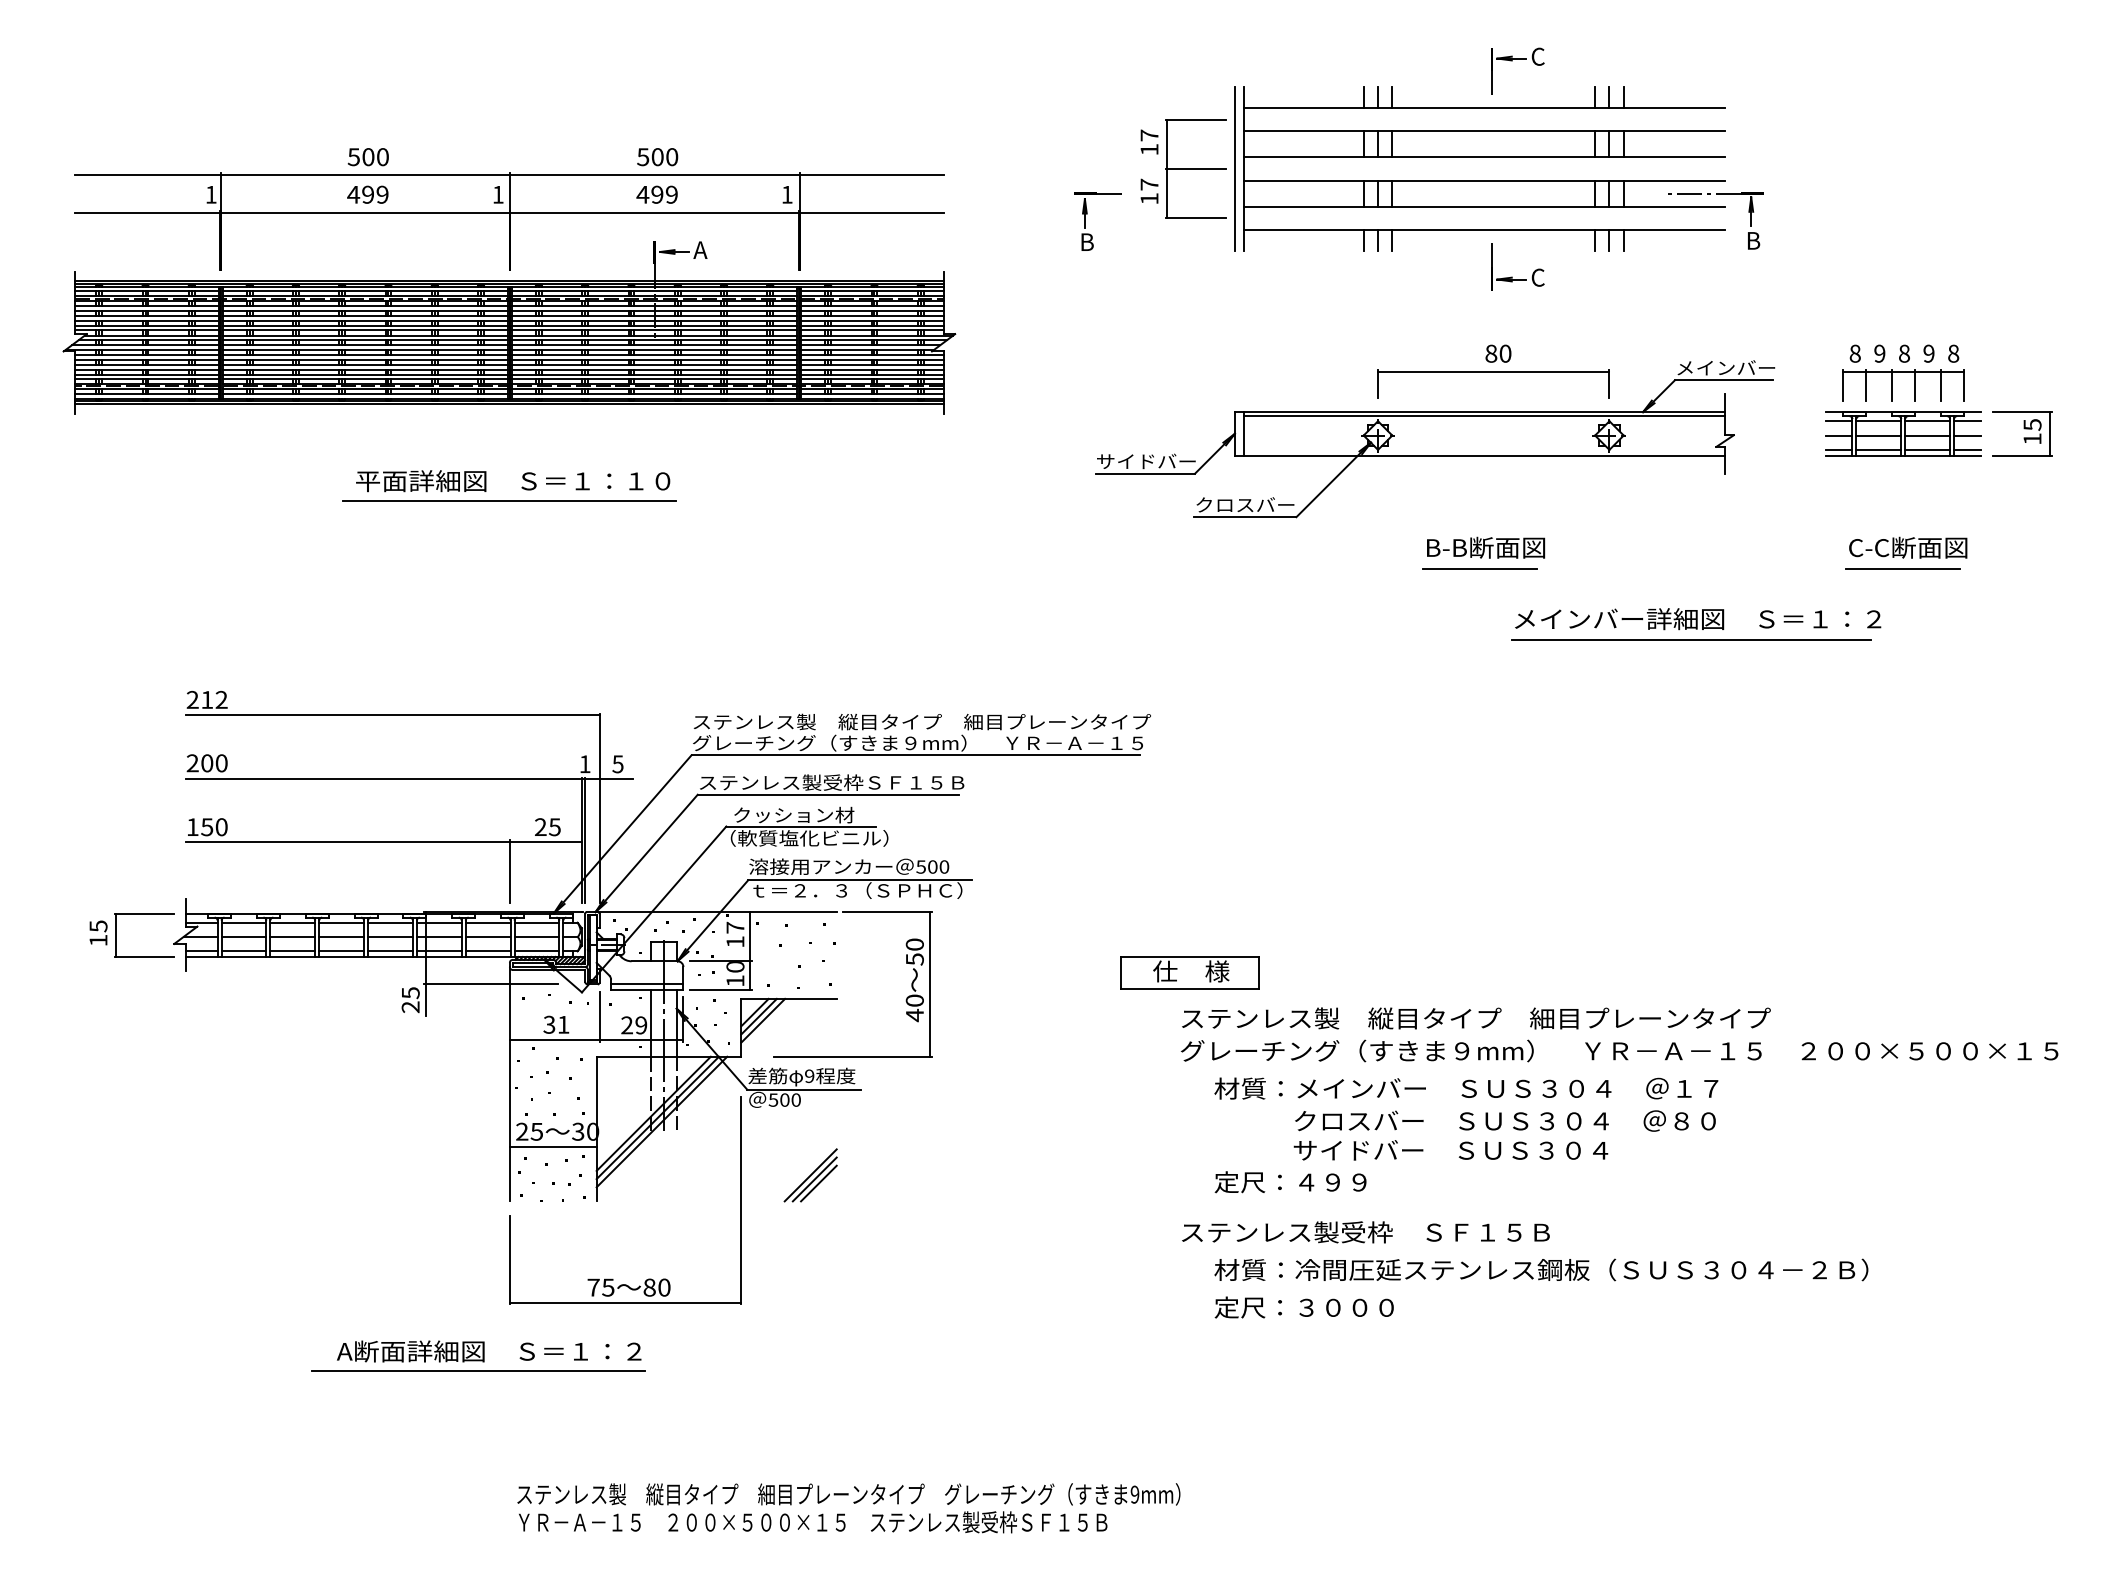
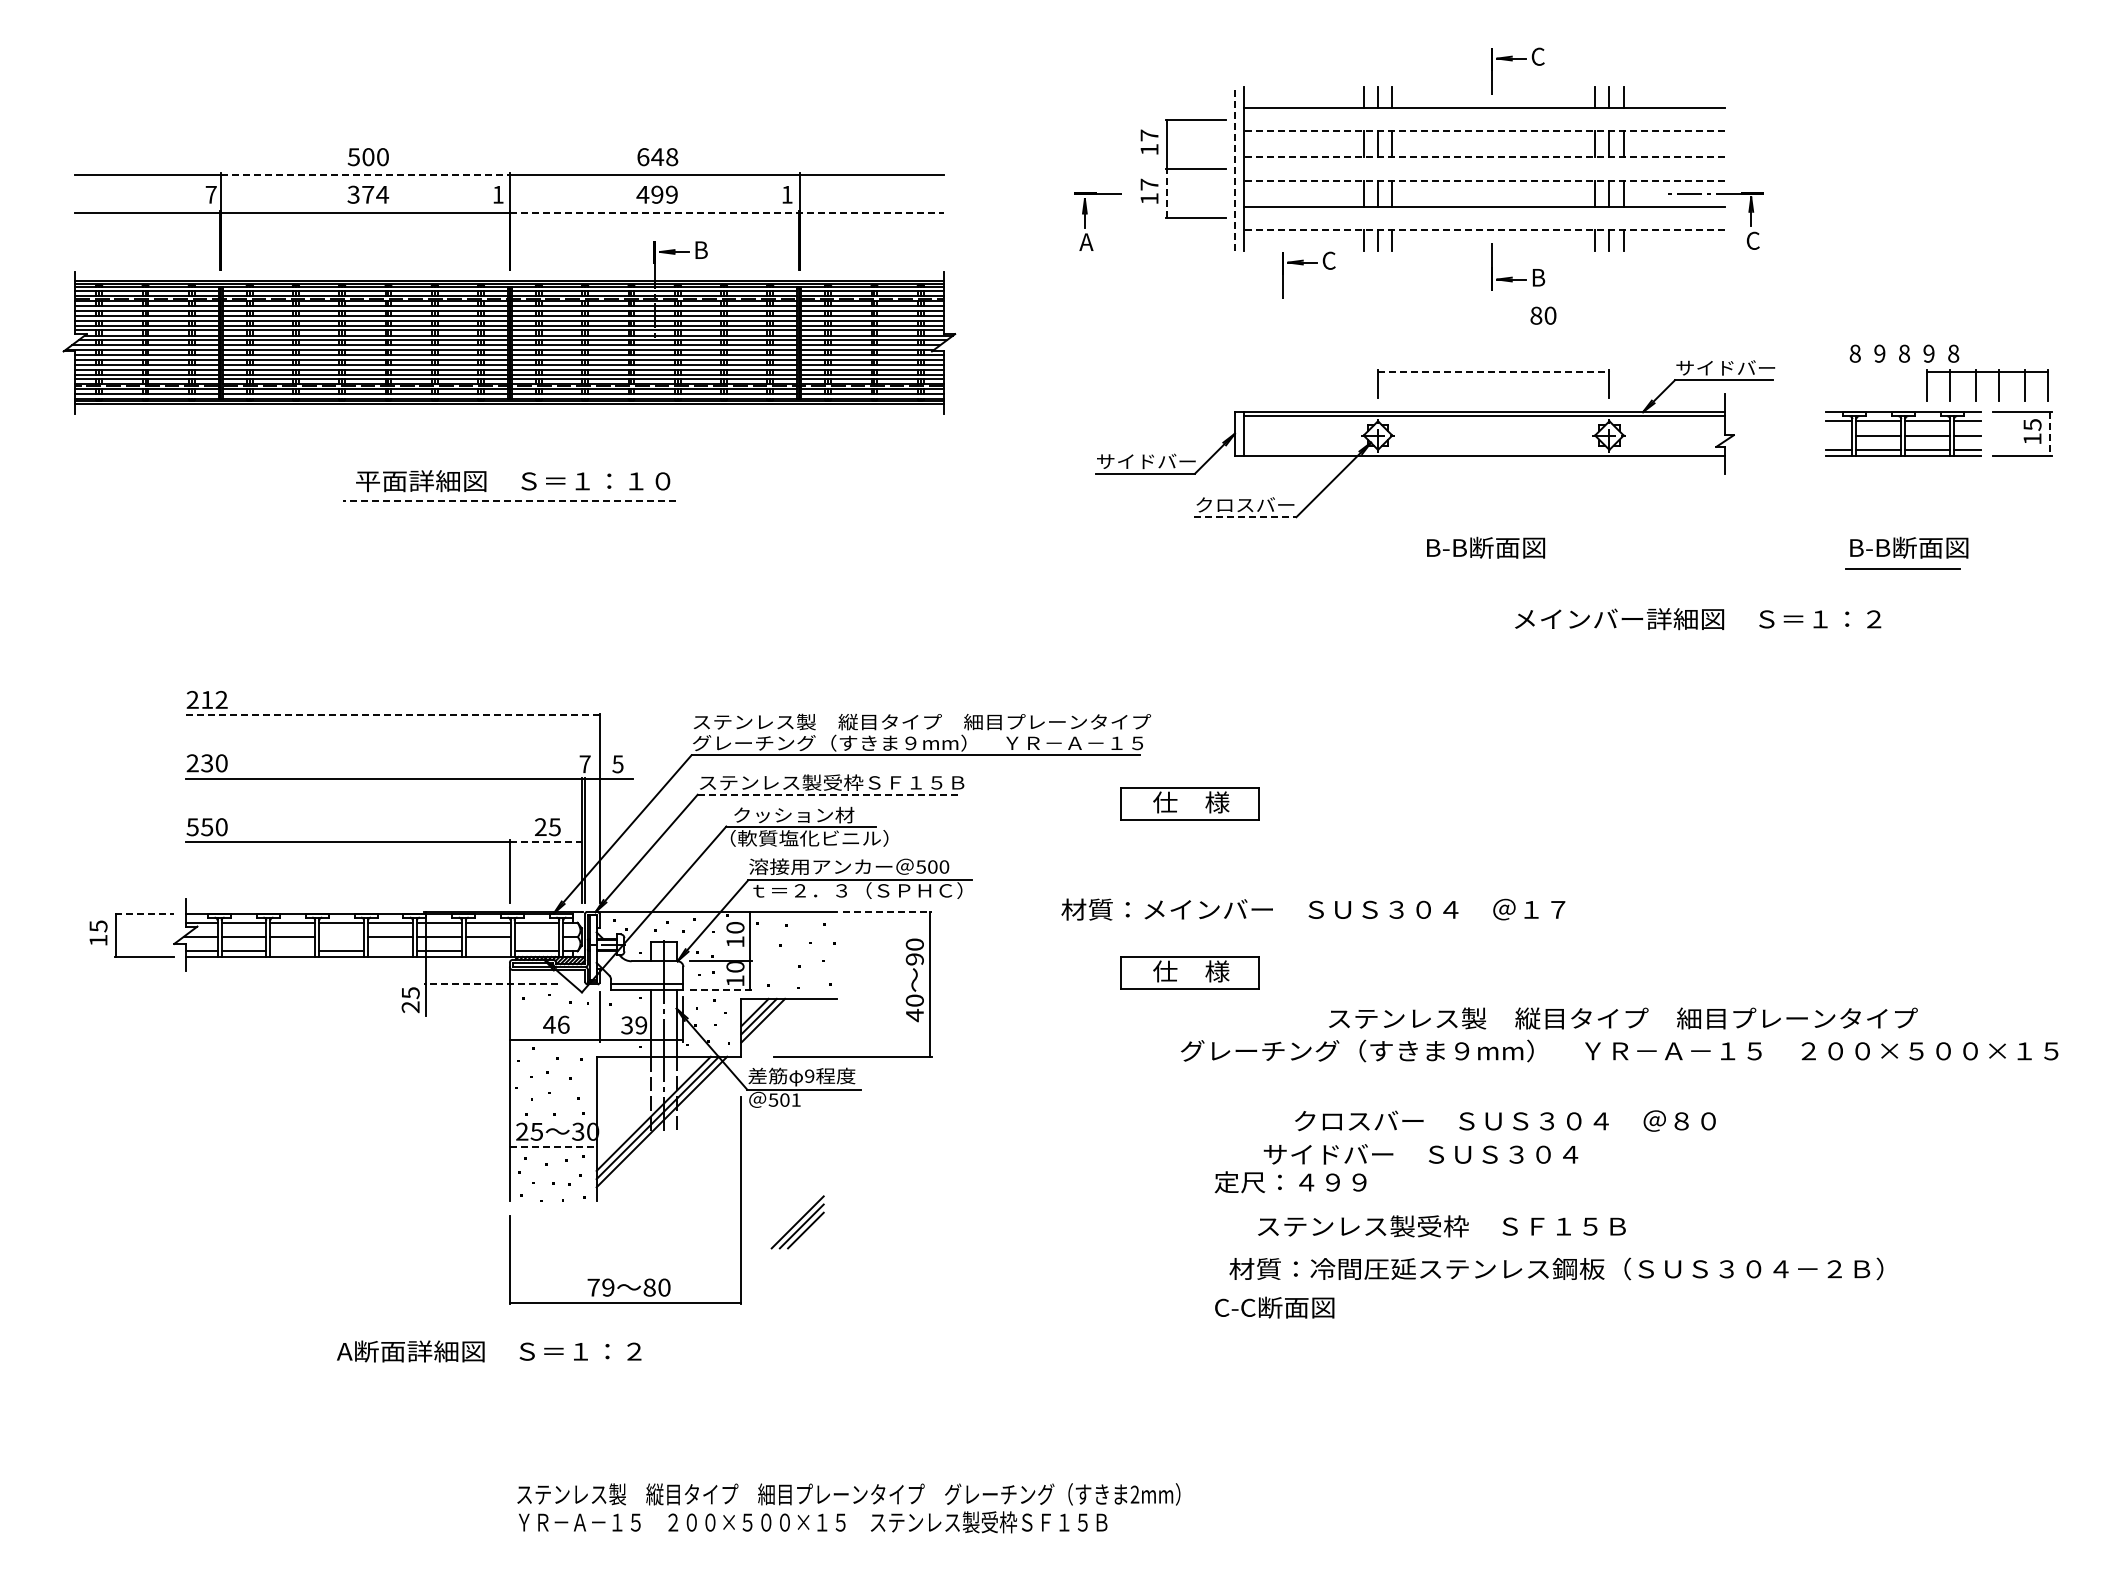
line at (1484, 131): solid -> dashed
text at (657, 157): 500 -> 648
line at (1484, 157): solid -> dashed
line at (1234, 168): solid -> dashed
line at (365, 175): solid -> dashed
line at (1484, 180): solid -> dashed
line at (1167, 193): solid -> dashed
text at (210, 194): 1 -> 7
text at (368, 194): 499 -> 374
line at (726, 212): solid -> dashed
line at (1484, 229): solid -> dashed
text at (1753, 240): B -> C
text at (1086, 241): B -> A
text at (700, 249): A -> B
part at (1303, 265): none -> present
text at (1538, 277): C -> B
text at (1498, 353) position: (1498, 353) -> (1543, 315)
text at (1705, 367): メインバー -> サイドバー
line at (1493, 371): solid -> dashed
part at (1892, 385) position: (1892, 385) -> (1976, 385)
line at (2050, 433): solid -> dashed
line at (1838, 435): present -> none
line at (508, 500): solid -> dashed
line at (1245, 517): solid -> dashed
text at (1908, 547): C-C断面図 -> B-B断面図
line at (1479, 568): present -> none
line at (1691, 640): present -> none
line at (392, 715): solid -> dashed
text at (207, 763): 200 -> 230
text at (584, 764): 1 -> 7
line at (828, 794): solid -> dashed
part at (1189, 803): none -> present
text at (192, 827): 150 -> 550
line at (546, 842): solid -> dashed
line at (887, 912): solid -> dashed
line at (144, 913): solid -> dashed
text at (735, 927): 17 -> 10
line at (341, 937): present -> none
line at (536, 937): present -> none
line at (292, 951): present -> none
line at (390, 951): present -> none
line at (487, 951): present -> none
text at (914, 959): 50 -> 90
line at (491, 984): solid -> dashed
line at (721, 990): solid -> dashed
text at (1476, 1018) position: (1476, 1018) -> (1623, 1018)
text at (556, 1024): 31 -> 46
text at (626, 1025): 29 -> 39
text at (1466, 1088) position: (1466, 1088) -> (1313, 909)
text at (795, 1099): 500 -> 501
line at (553, 1146): solid -> dashed
text at (1450, 1150) position: (1450, 1150) -> (1420, 1154)
part at (810, 1175) position: (810, 1175) -> (797, 1222)
text at (1365, 1232) position: (1365, 1232) -> (1441, 1226)
text at (1541, 1269) position: (1541, 1269) -> (1556, 1268)
text at (608, 1287): 75 -> 79
text at (1303, 1307): 定尺：３０００ -> C-C断面図
line at (478, 1371): present -> none
text at (1134, 1494): 9mm -> 2mm
